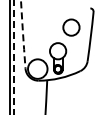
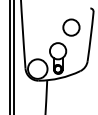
arc at (23, 34): dashed -> solid
line at (14, 57): dashed -> solid
